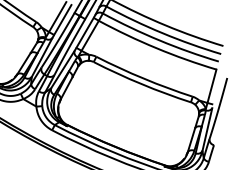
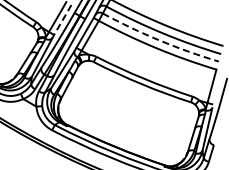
line at (62, 20): solid -> dashed
arc at (159, 40): solid -> dashed
